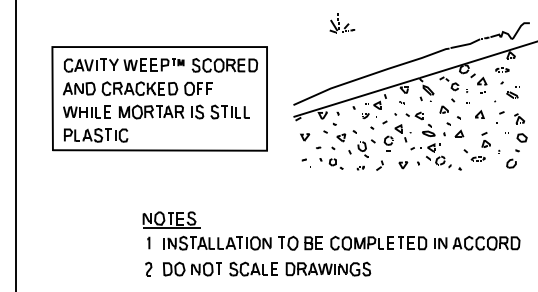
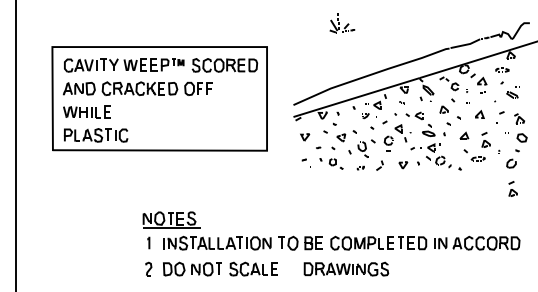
part at (183, 111): present -> none
part at (459, 133) position: (459, 133) -> (464, 135)
part at (512, 188): none -> present
part at (328, 268) position: (328, 268) -> (346, 268)
